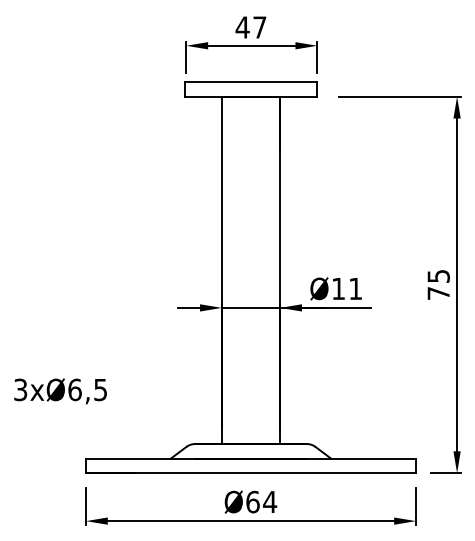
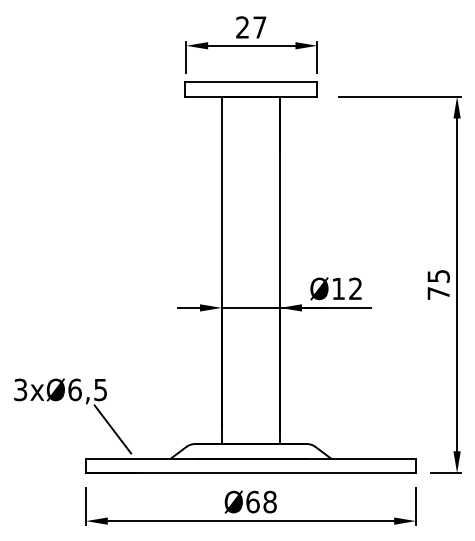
text at (242, 27): 47 -> 27
text at (355, 288): Ø11 -> Ø12
line at (112, 429): none -> present
text at (270, 501): Ø64 -> Ø68
